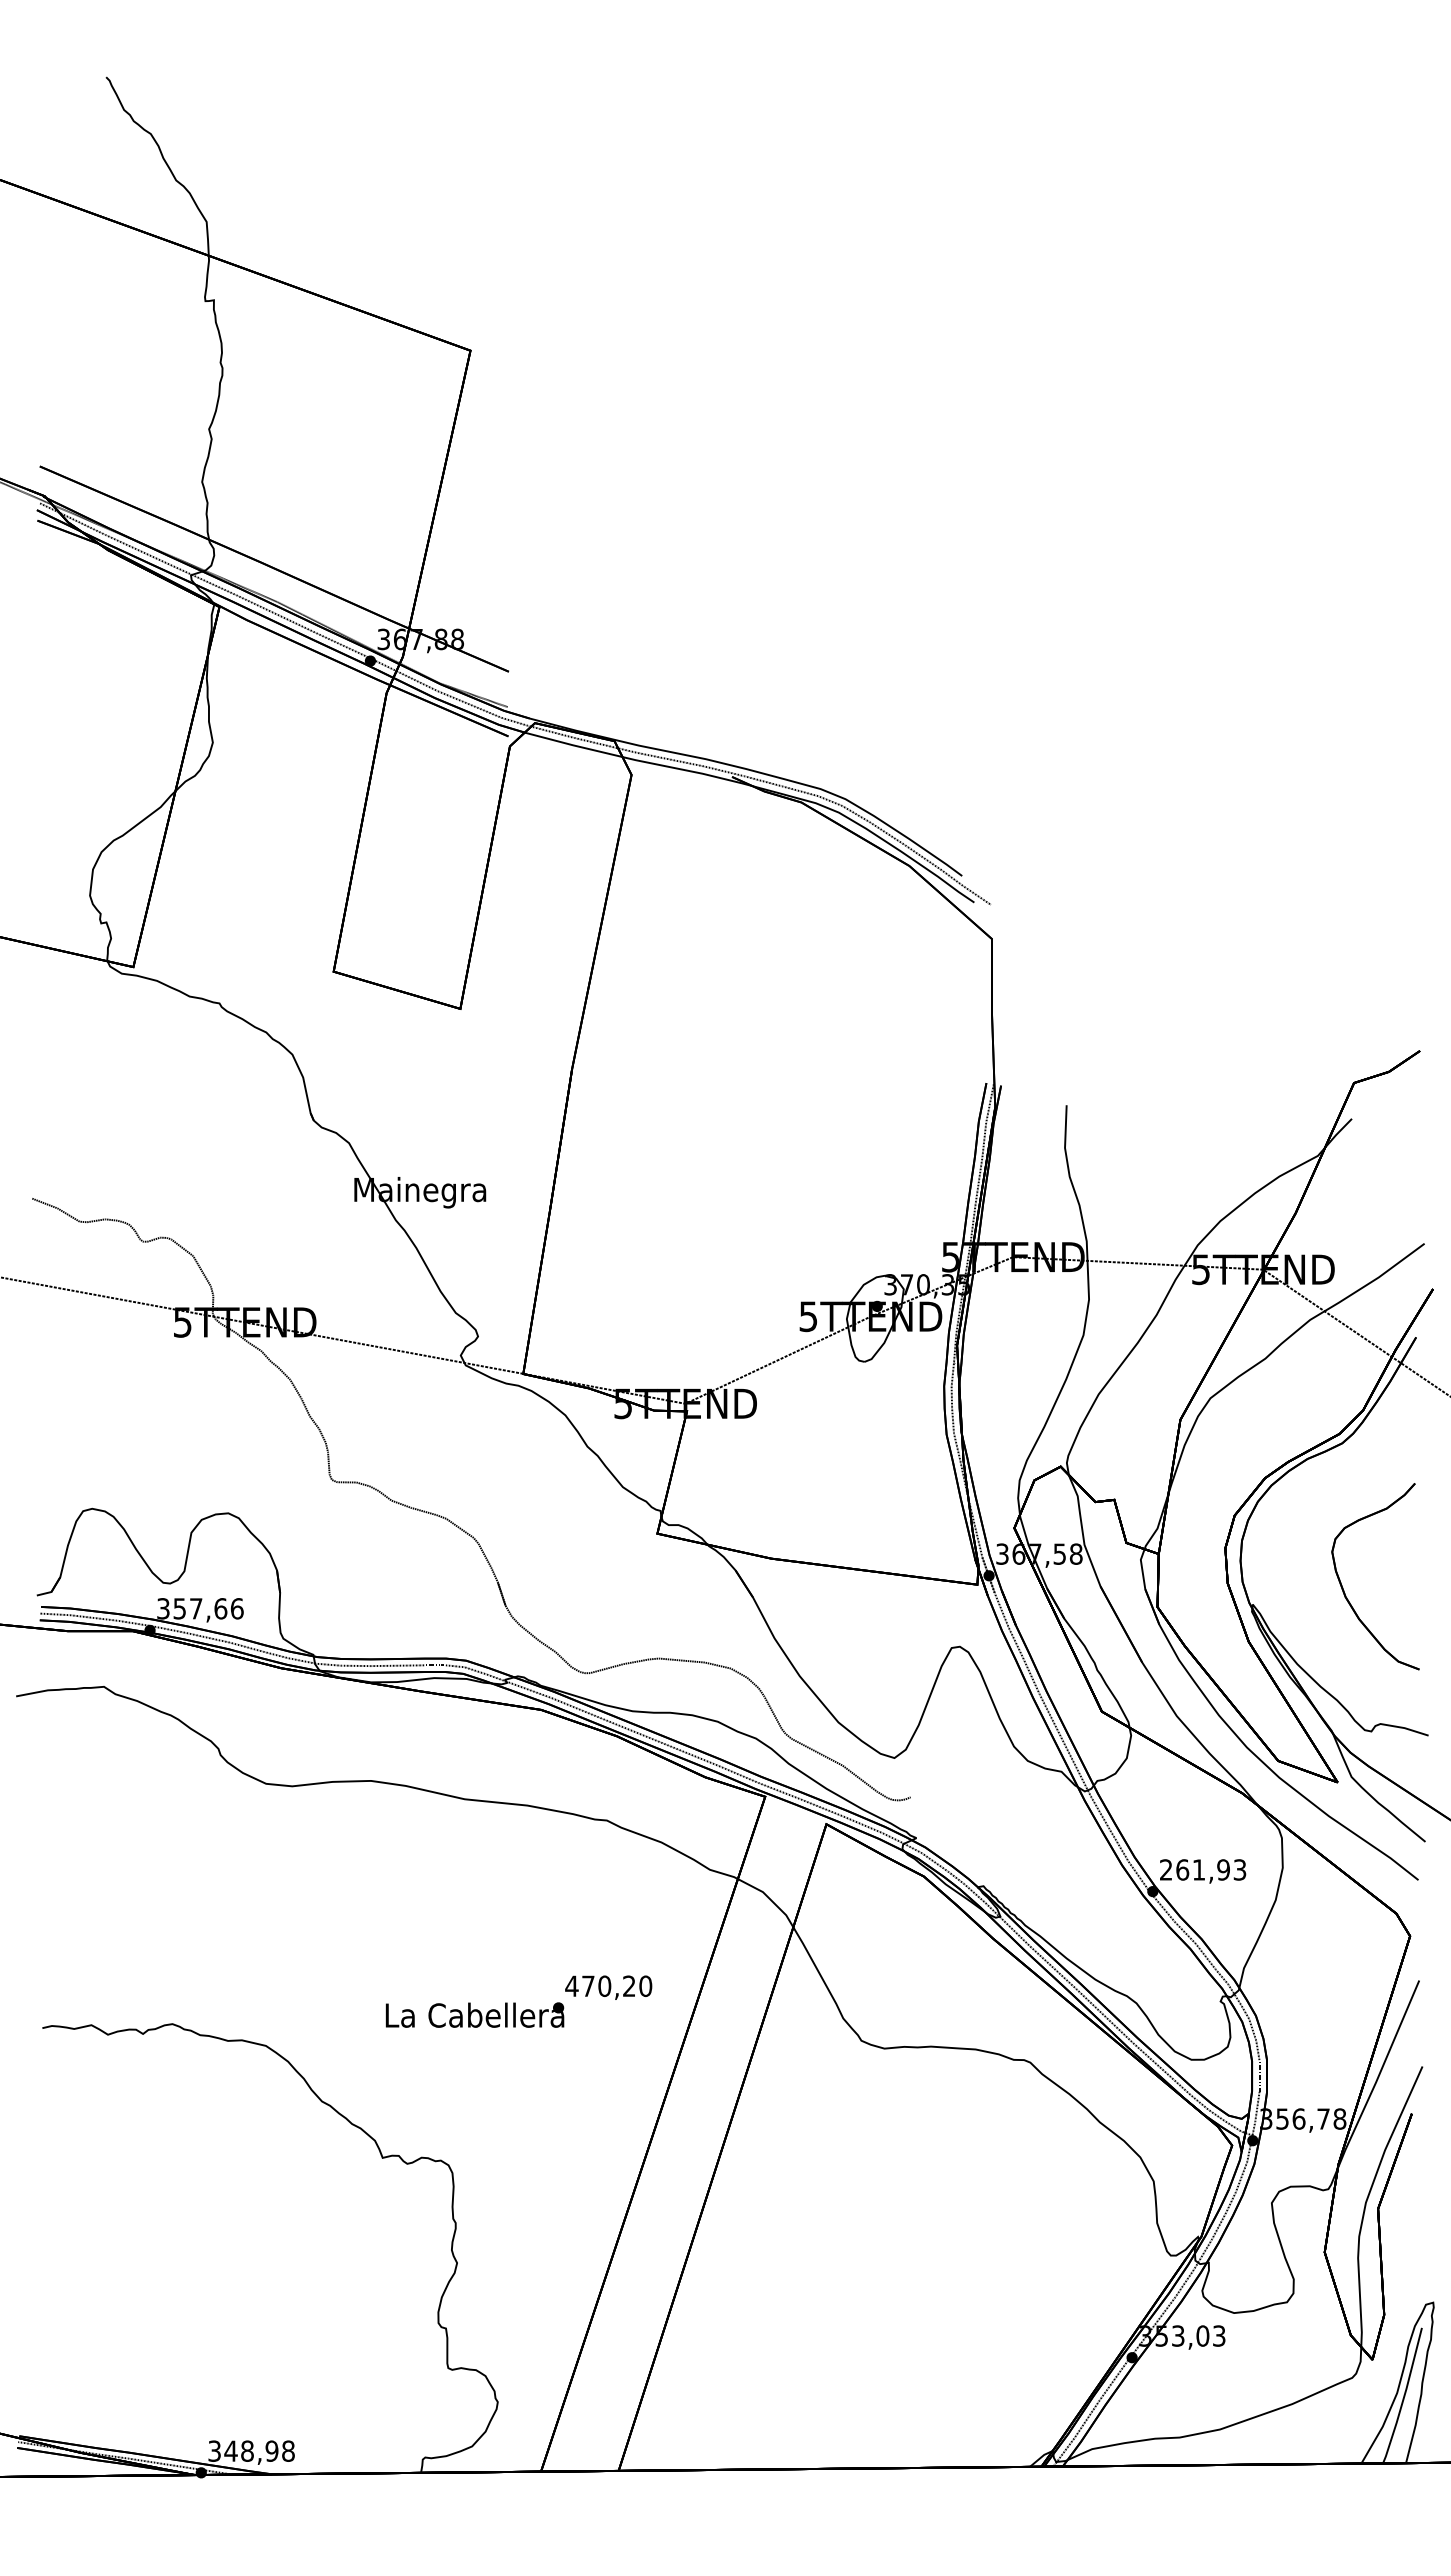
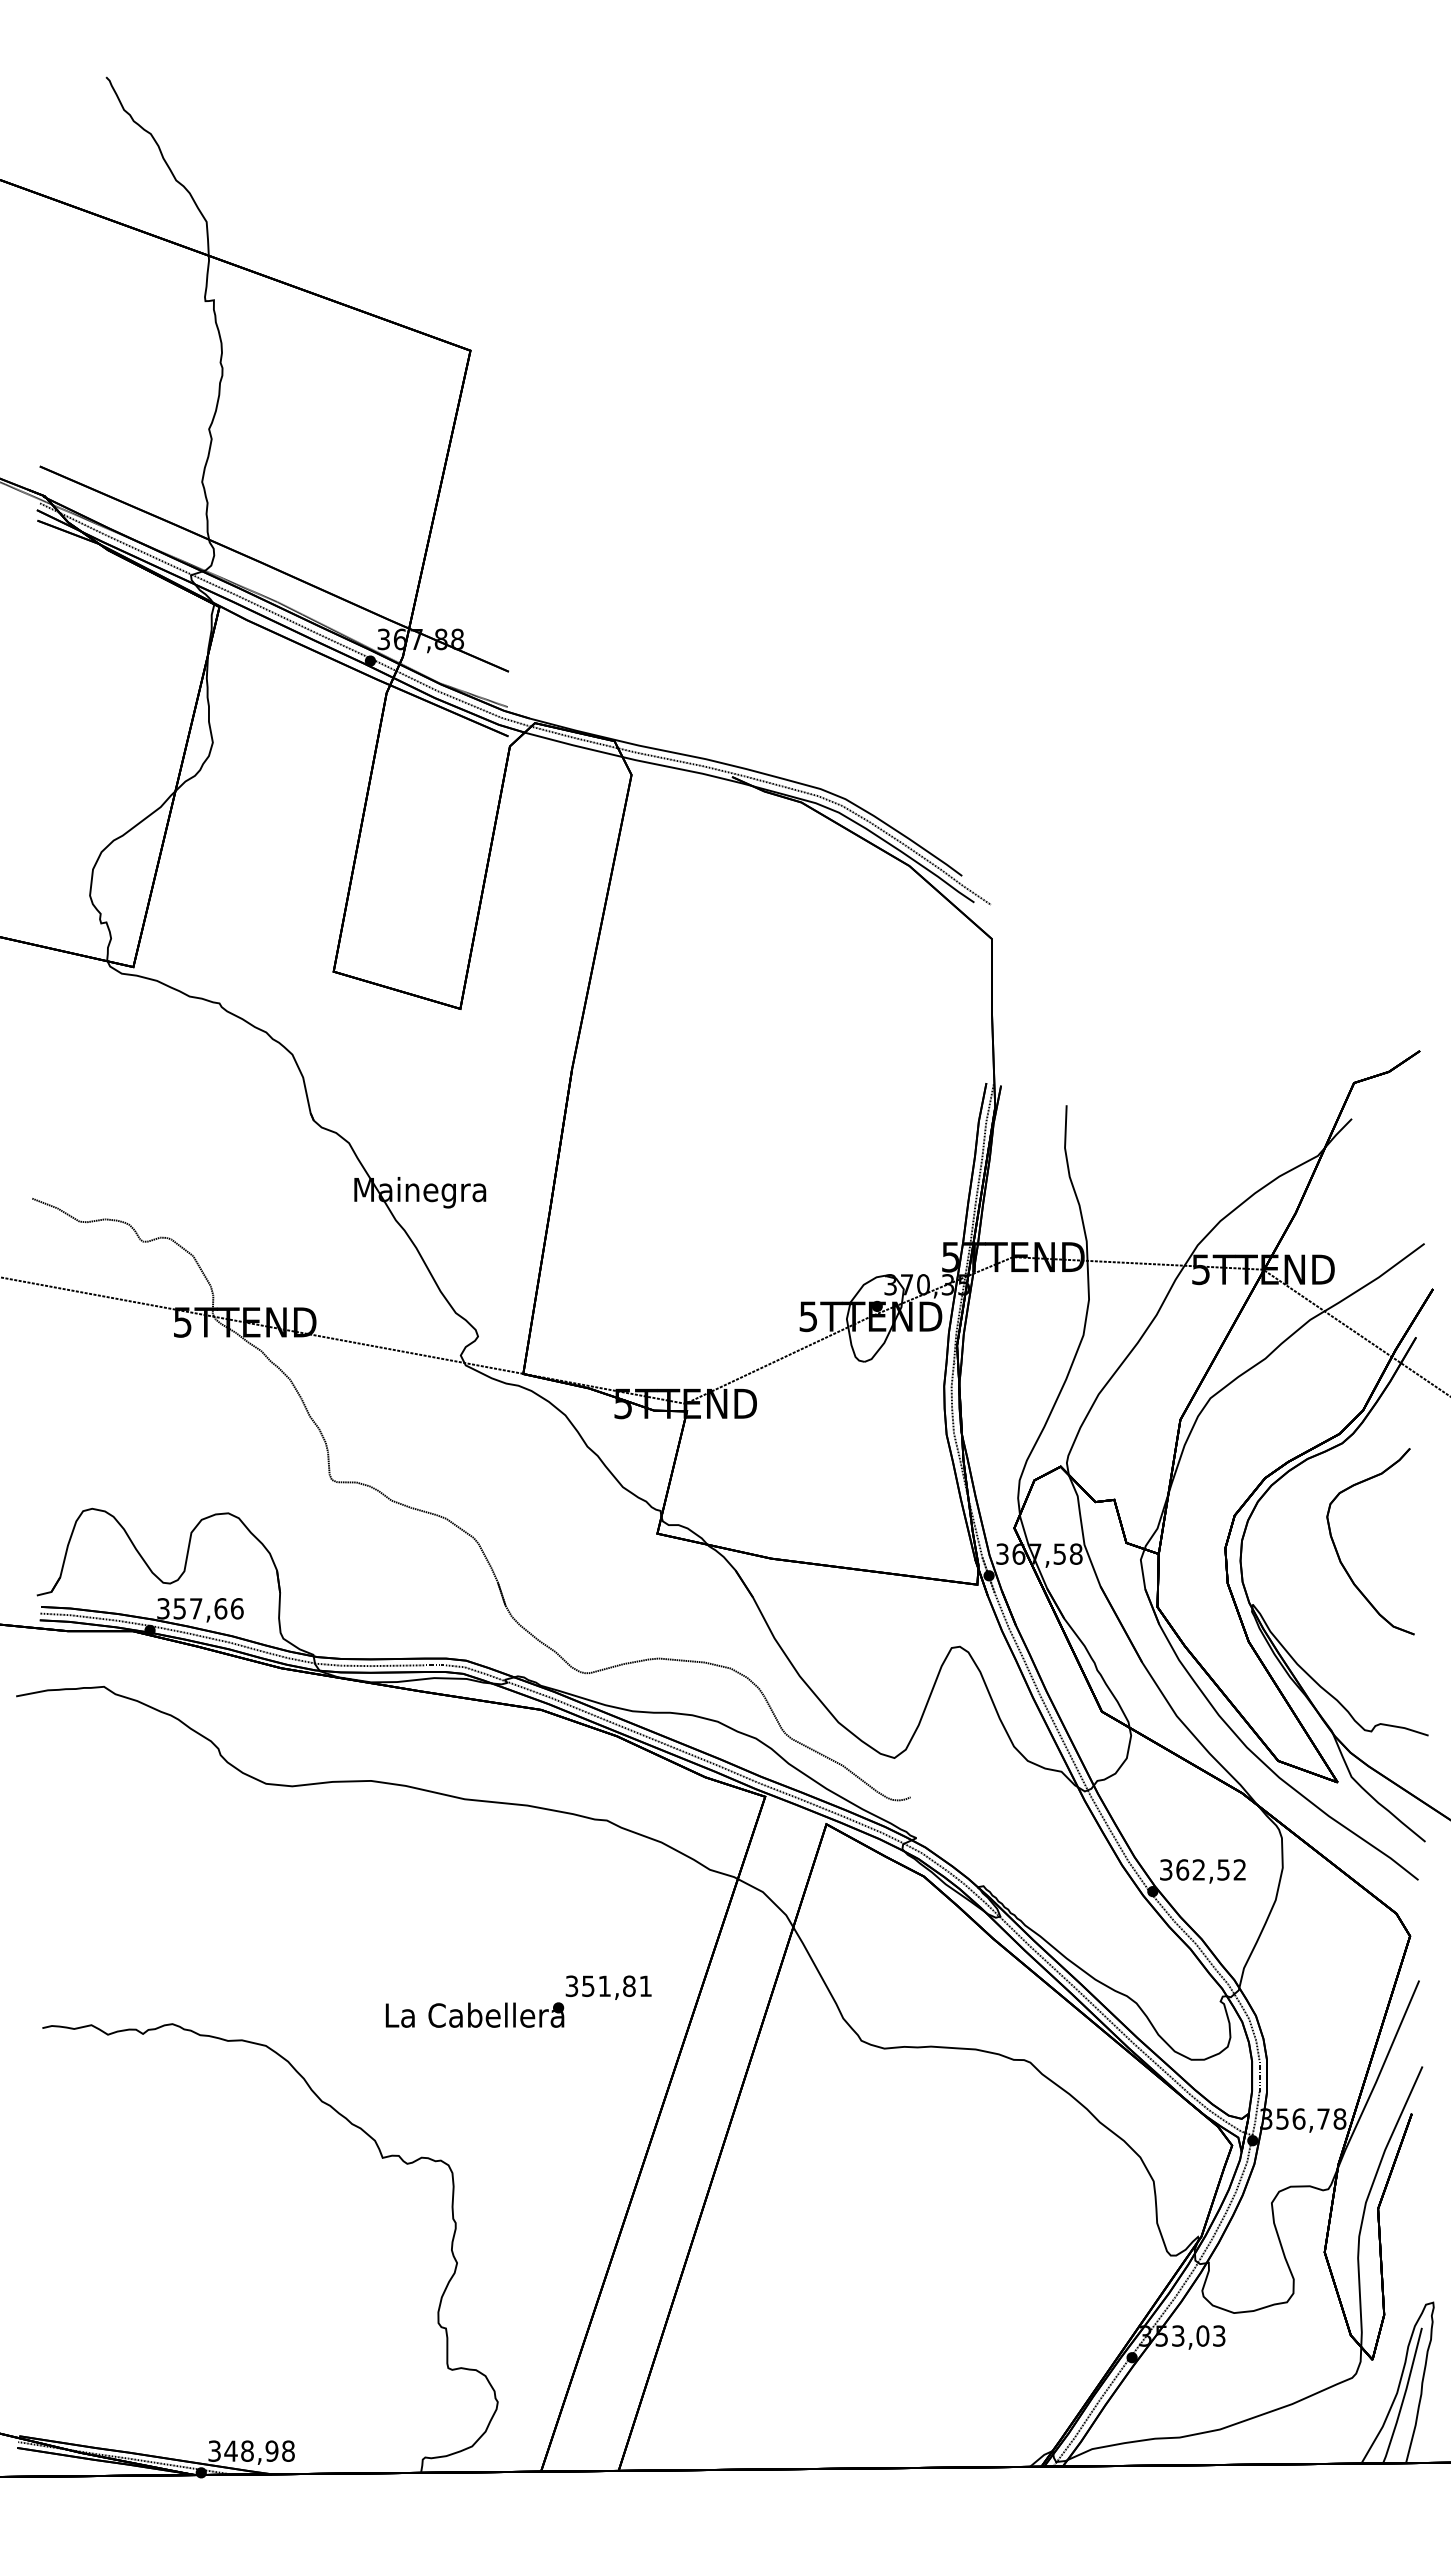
part at (1343, 1587) position: (1343, 1587) -> (1338, 1552)
text at (1203, 1869): 261,93 -> 362,52
text at (608, 1986): 470,20 -> 351,81
